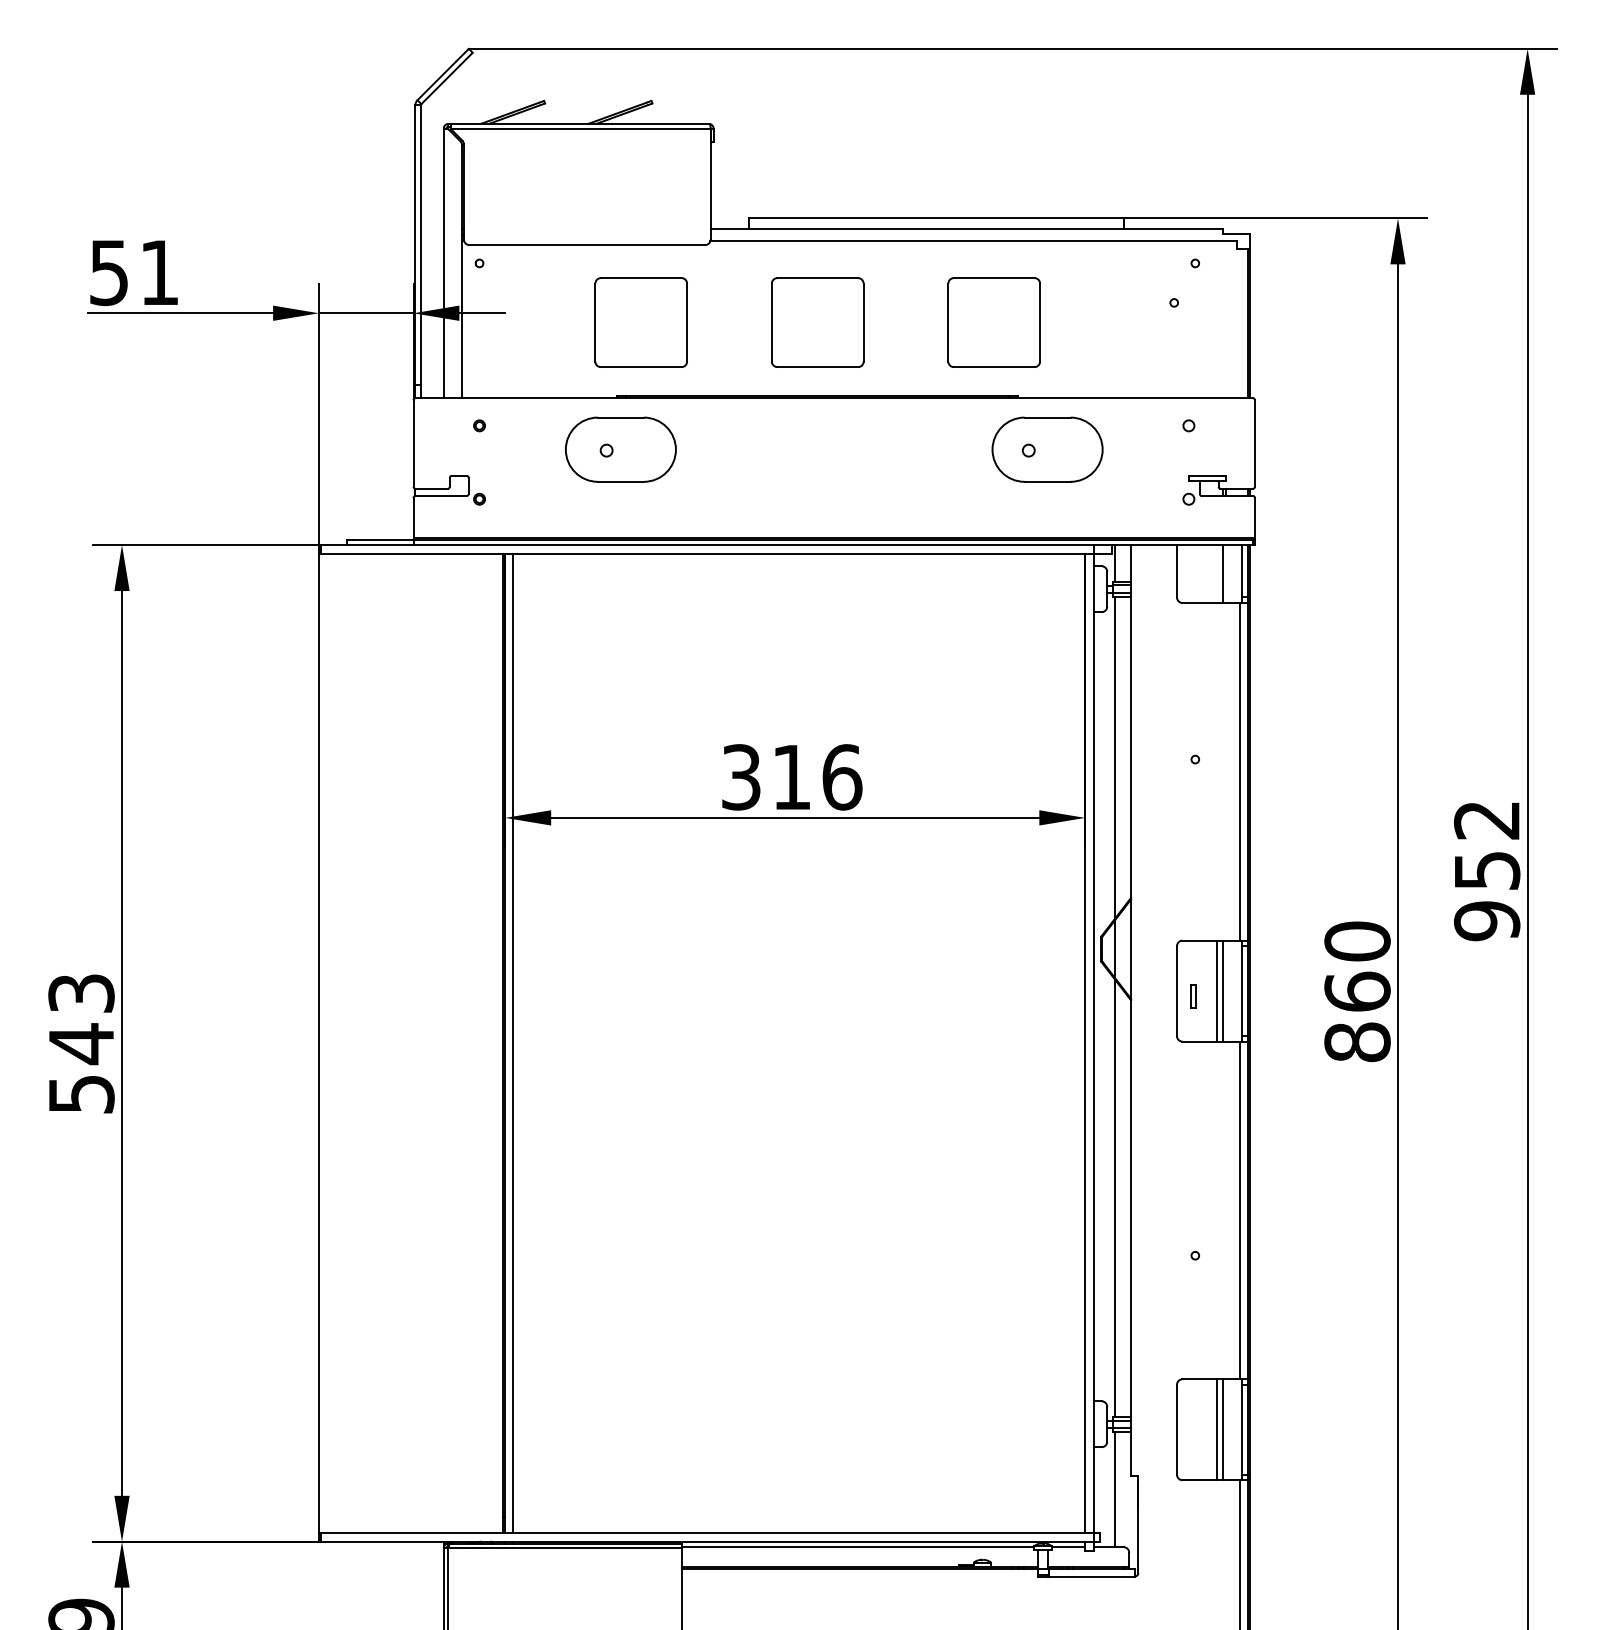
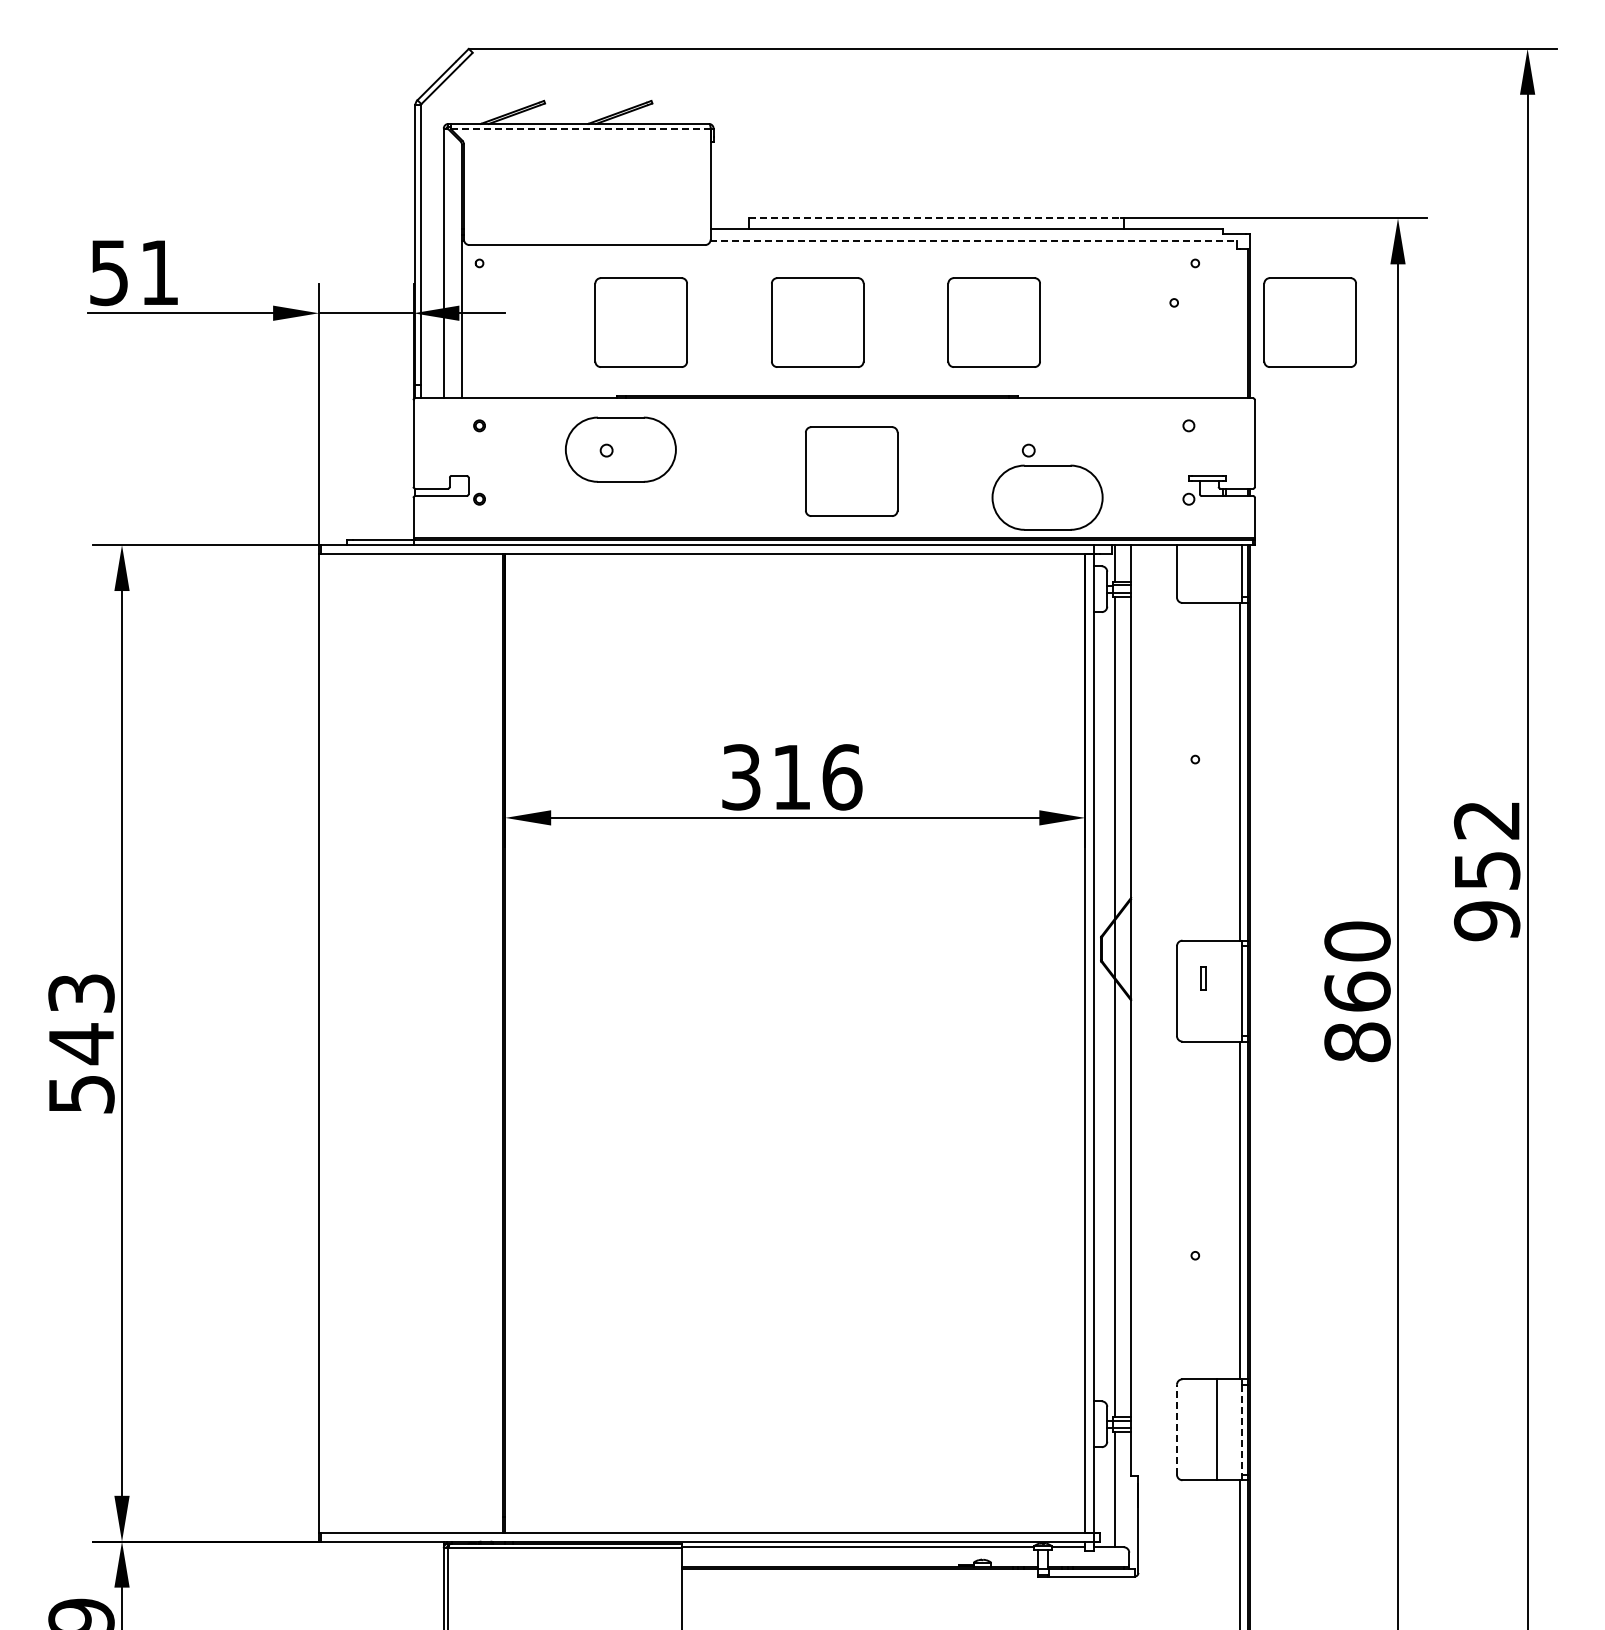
line at (580, 128): solid -> dashed
line at (937, 218): solid -> dashed
line at (974, 241): solid -> dashed
part at (1309, 322): none -> present
part at (1047, 449) position: (1047, 449) -> (1047, 497)
part at (851, 471): none -> present
line at (1222, 573): present -> none
line at (1217, 990): present -> none
line at (1222, 990): present -> none
part at (1193, 996) position: (1193, 996) -> (1203, 978)
line at (512, 1043): present -> none
line at (1176, 1429): solid -> dashed
line at (1222, 1429): present -> none
line at (1242, 1429): solid -> dashed
